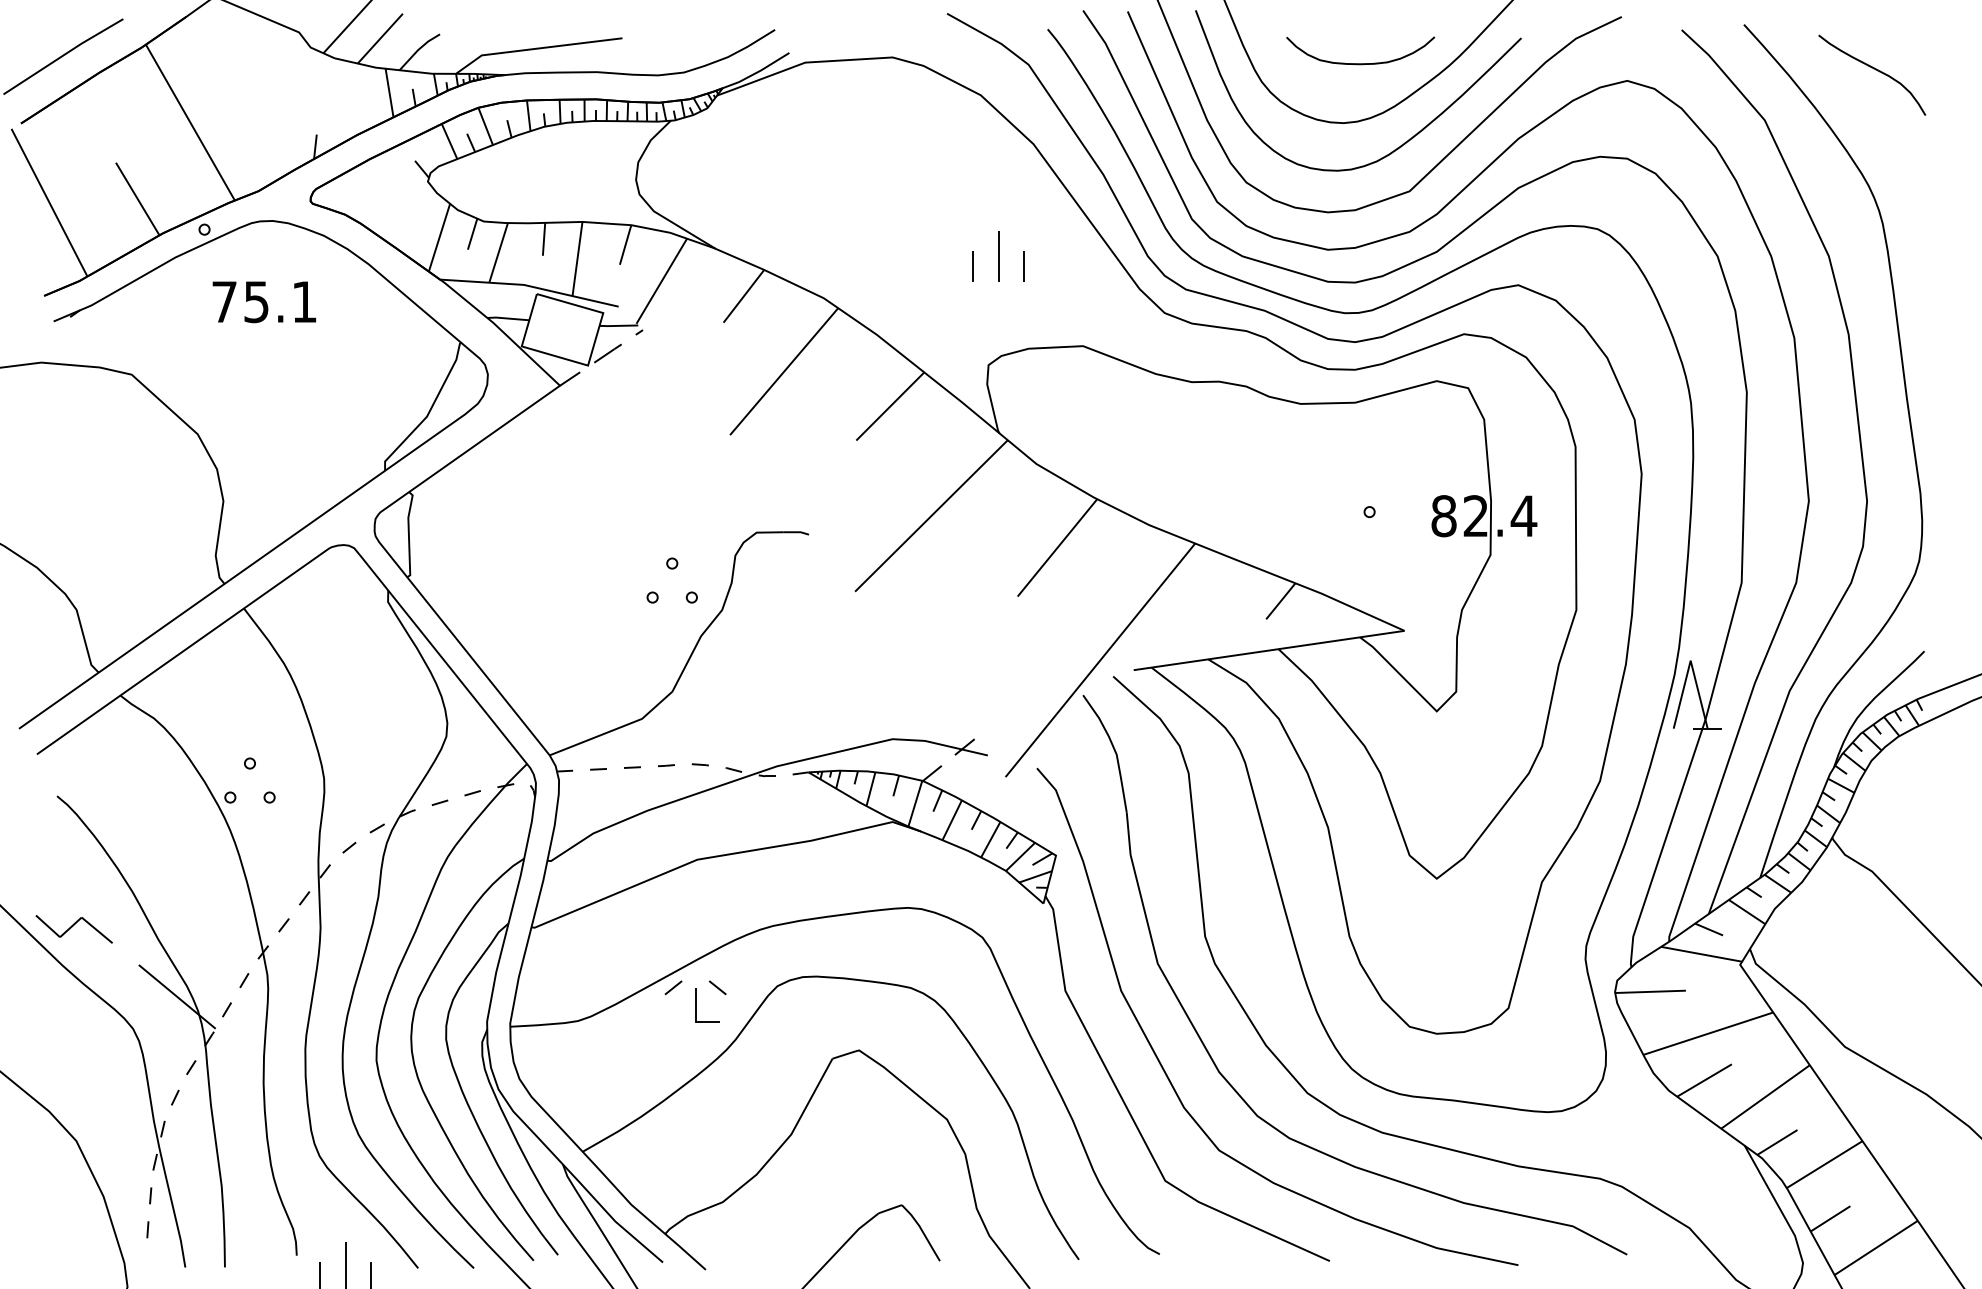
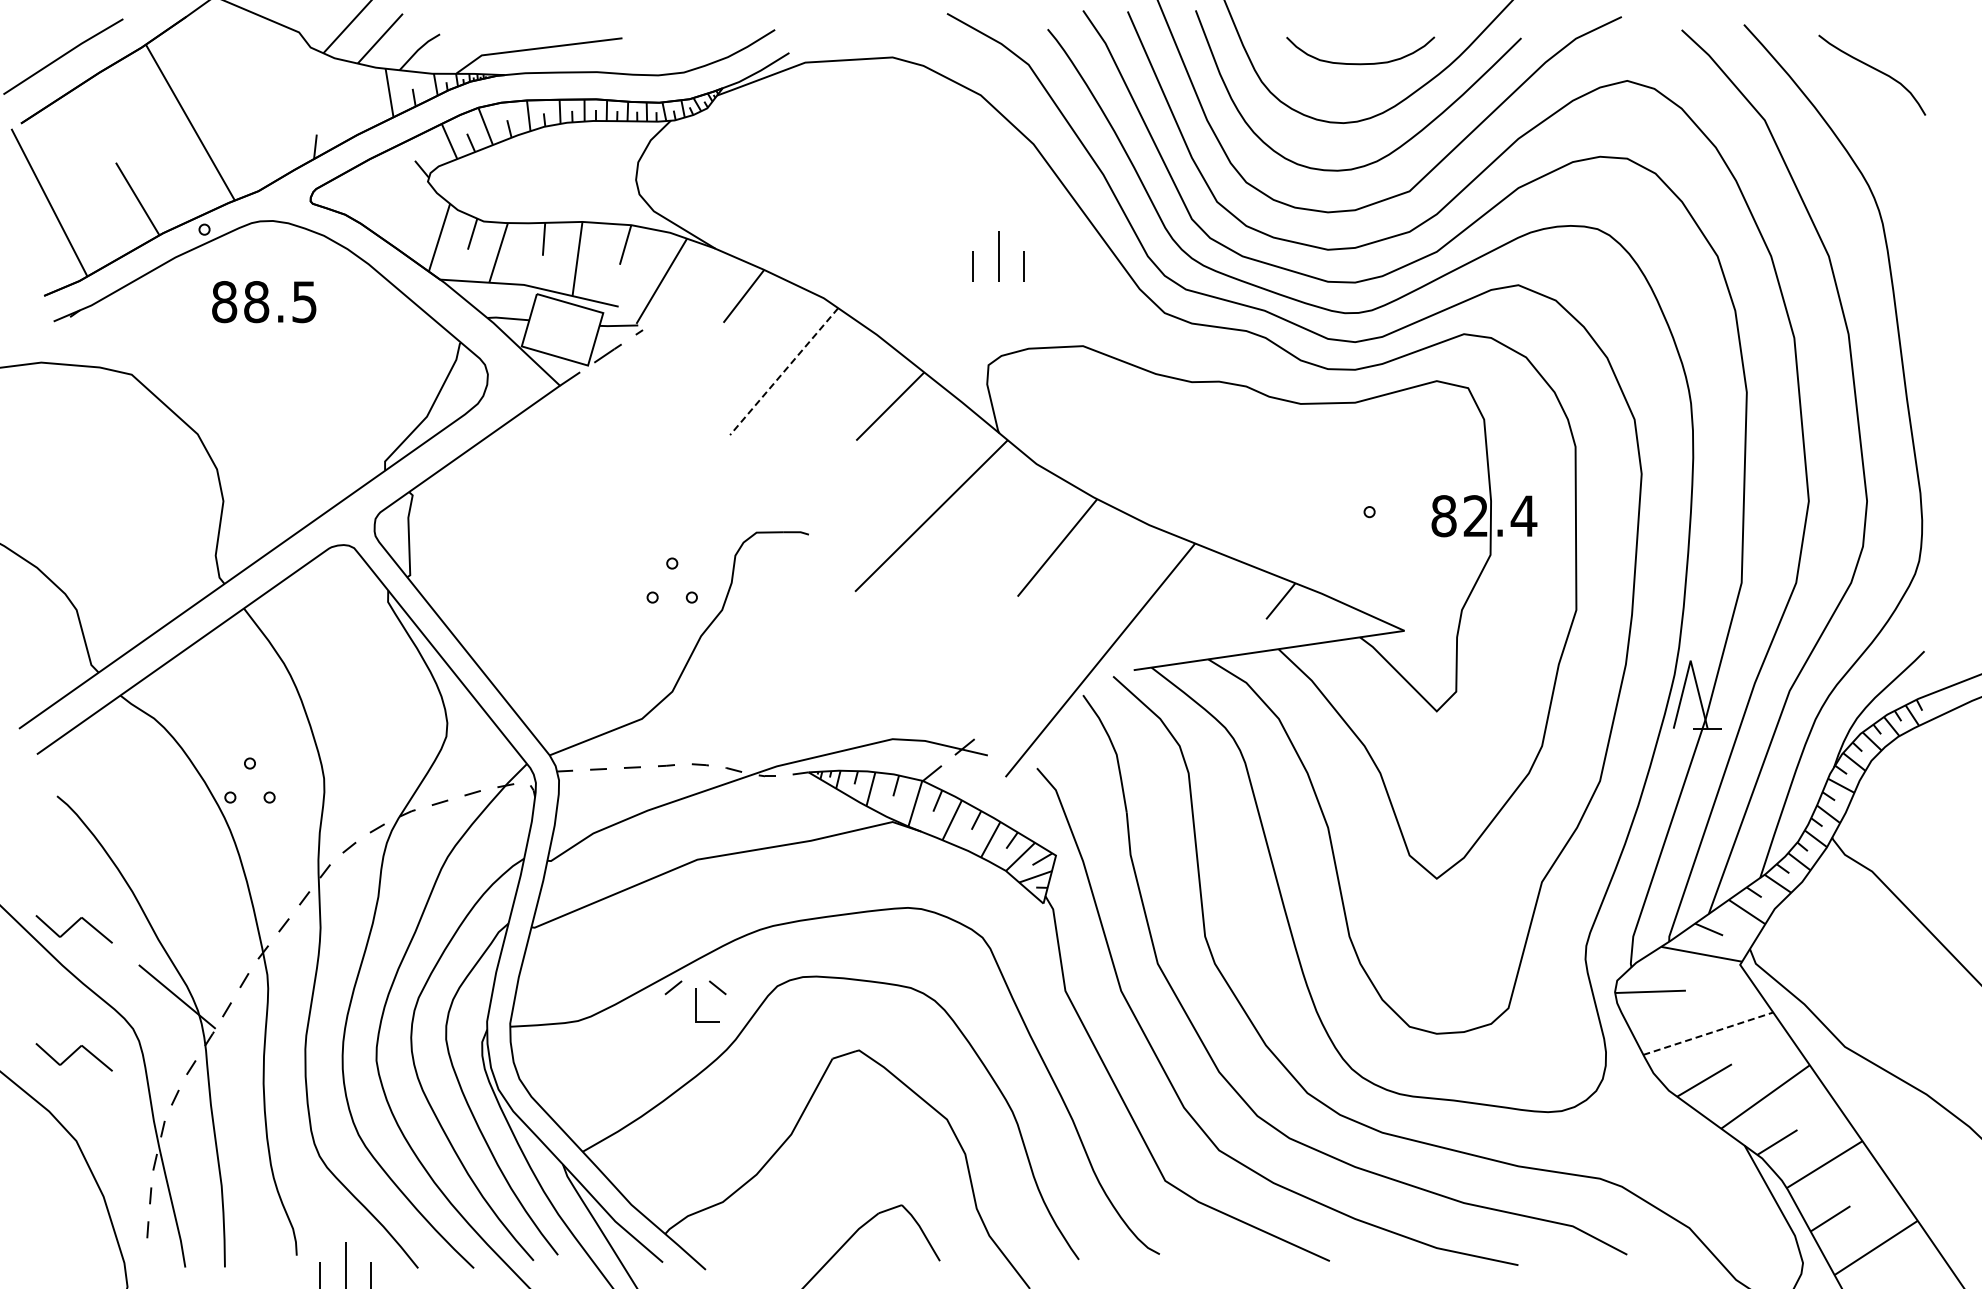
text at (264, 302): 75.1 -> 88.5
line at (783, 372): solid -> dashed
line at (1708, 1033): solid -> dashed
part at (73, 1057): none -> present
